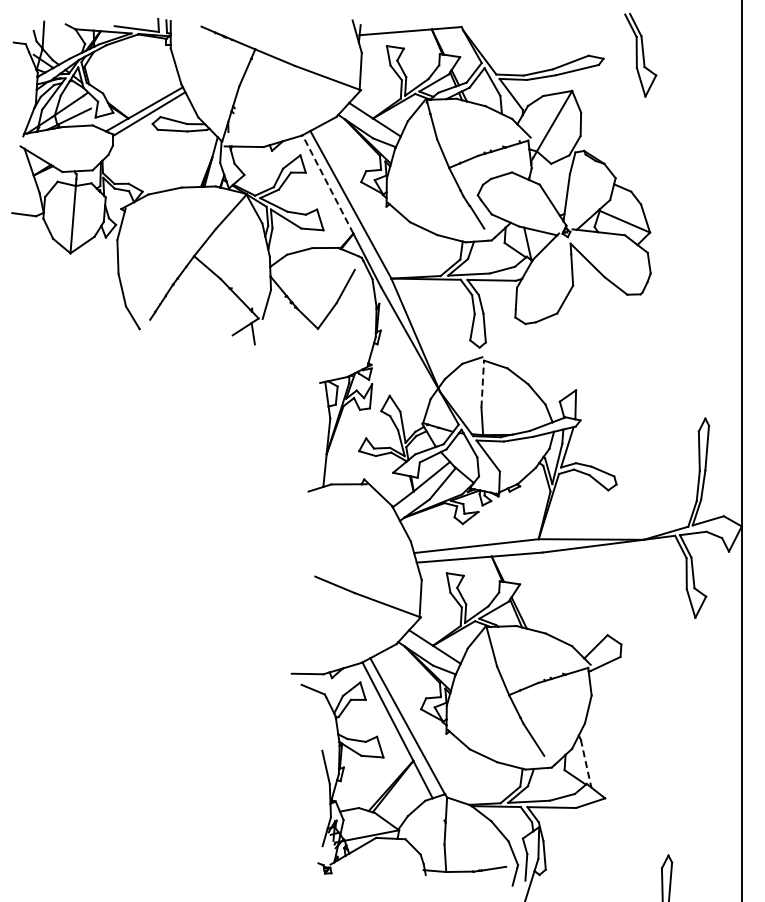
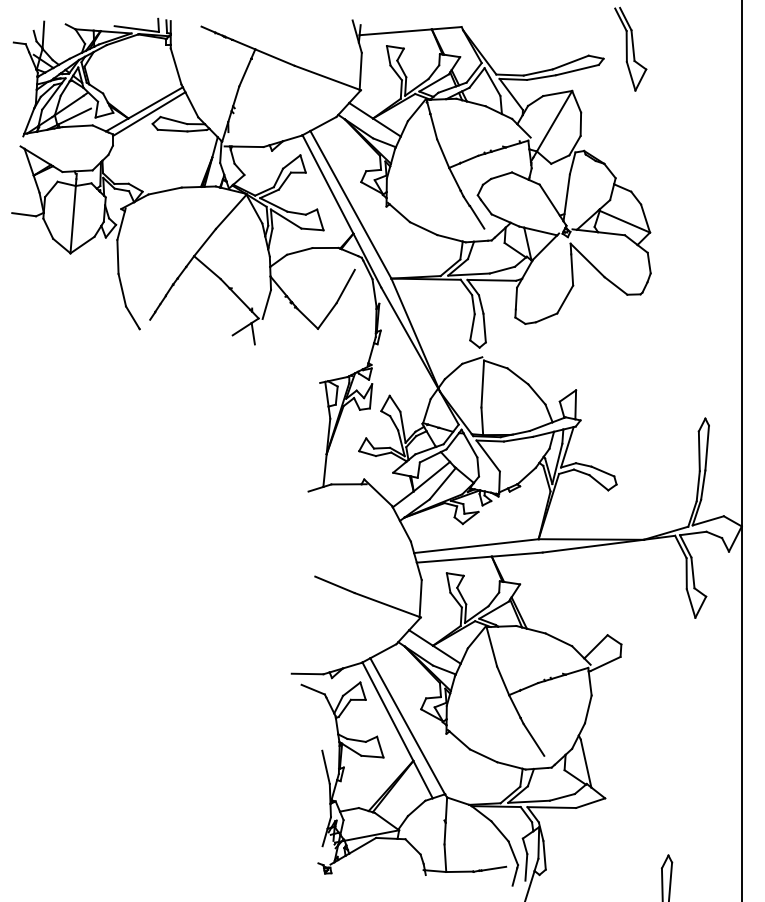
part at (640, 54) position: (640, 54) -> (630, 48)
line at (327, 184): dashed -> solid
line at (482, 384): dashed -> solid
line at (586, 763): dashed -> solid
